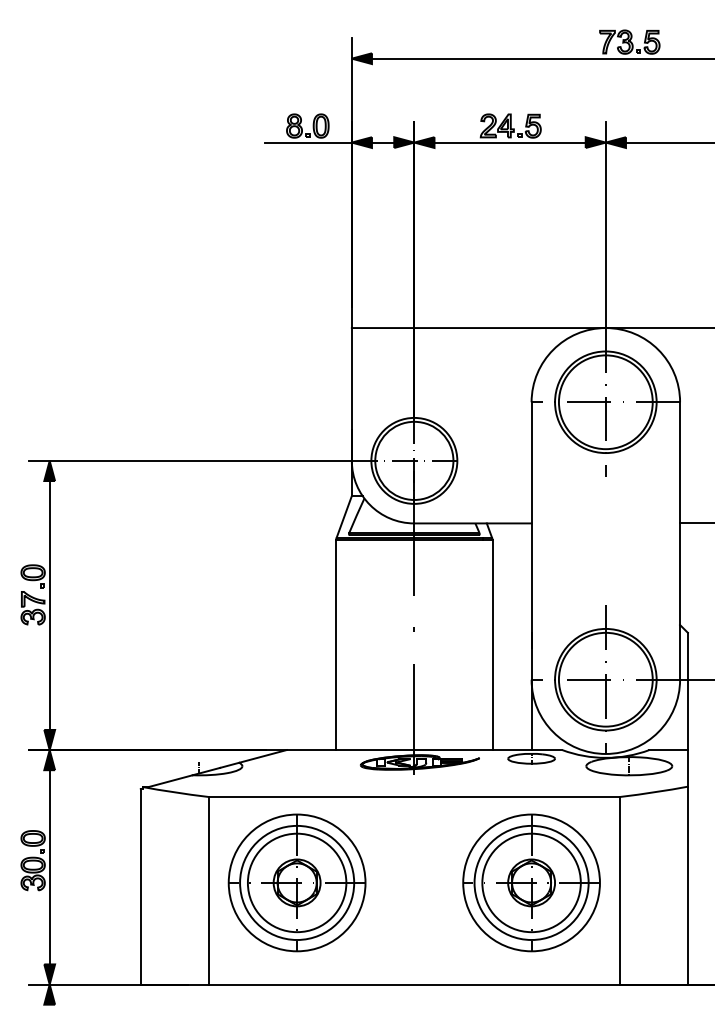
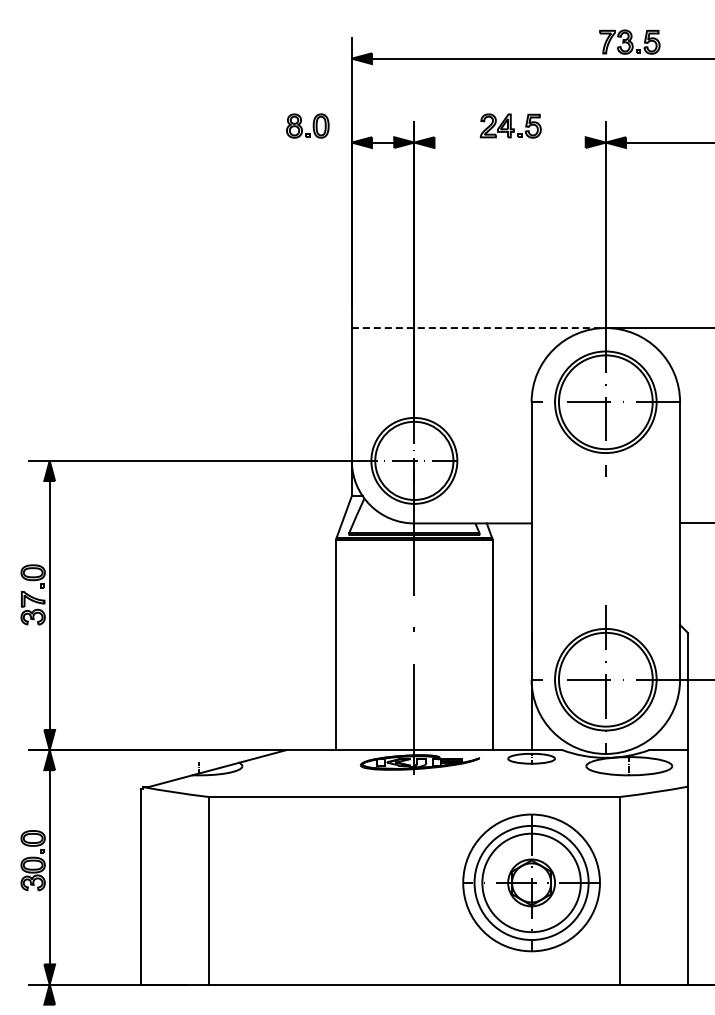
line at (307, 142): present -> none
line at (509, 142): present -> none
line at (478, 328): solid -> dashed
part at (296, 882): present -> none
